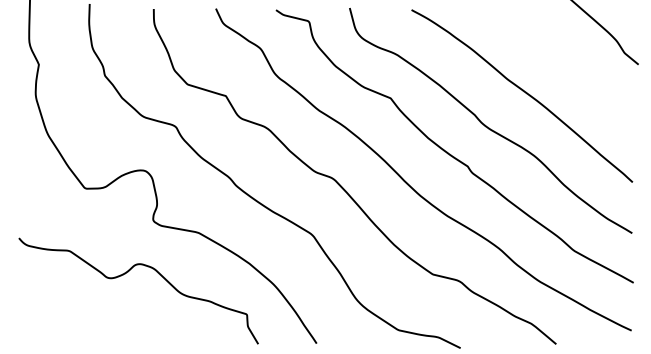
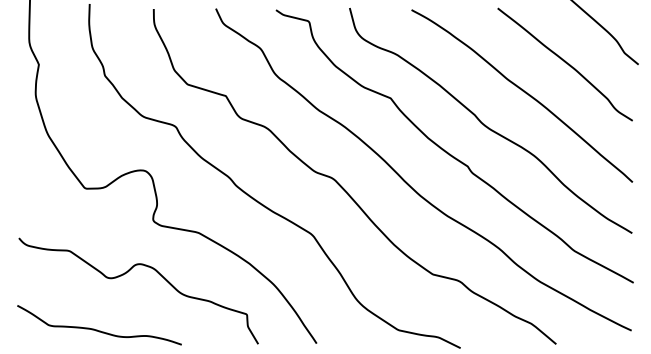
curve at (565, 63): none -> present
curve at (97, 329): none -> present
